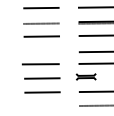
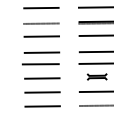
line at (41, 52): none -> present
part at (85, 76) position: (85, 76) -> (96, 76)
line at (42, 106): none -> present
